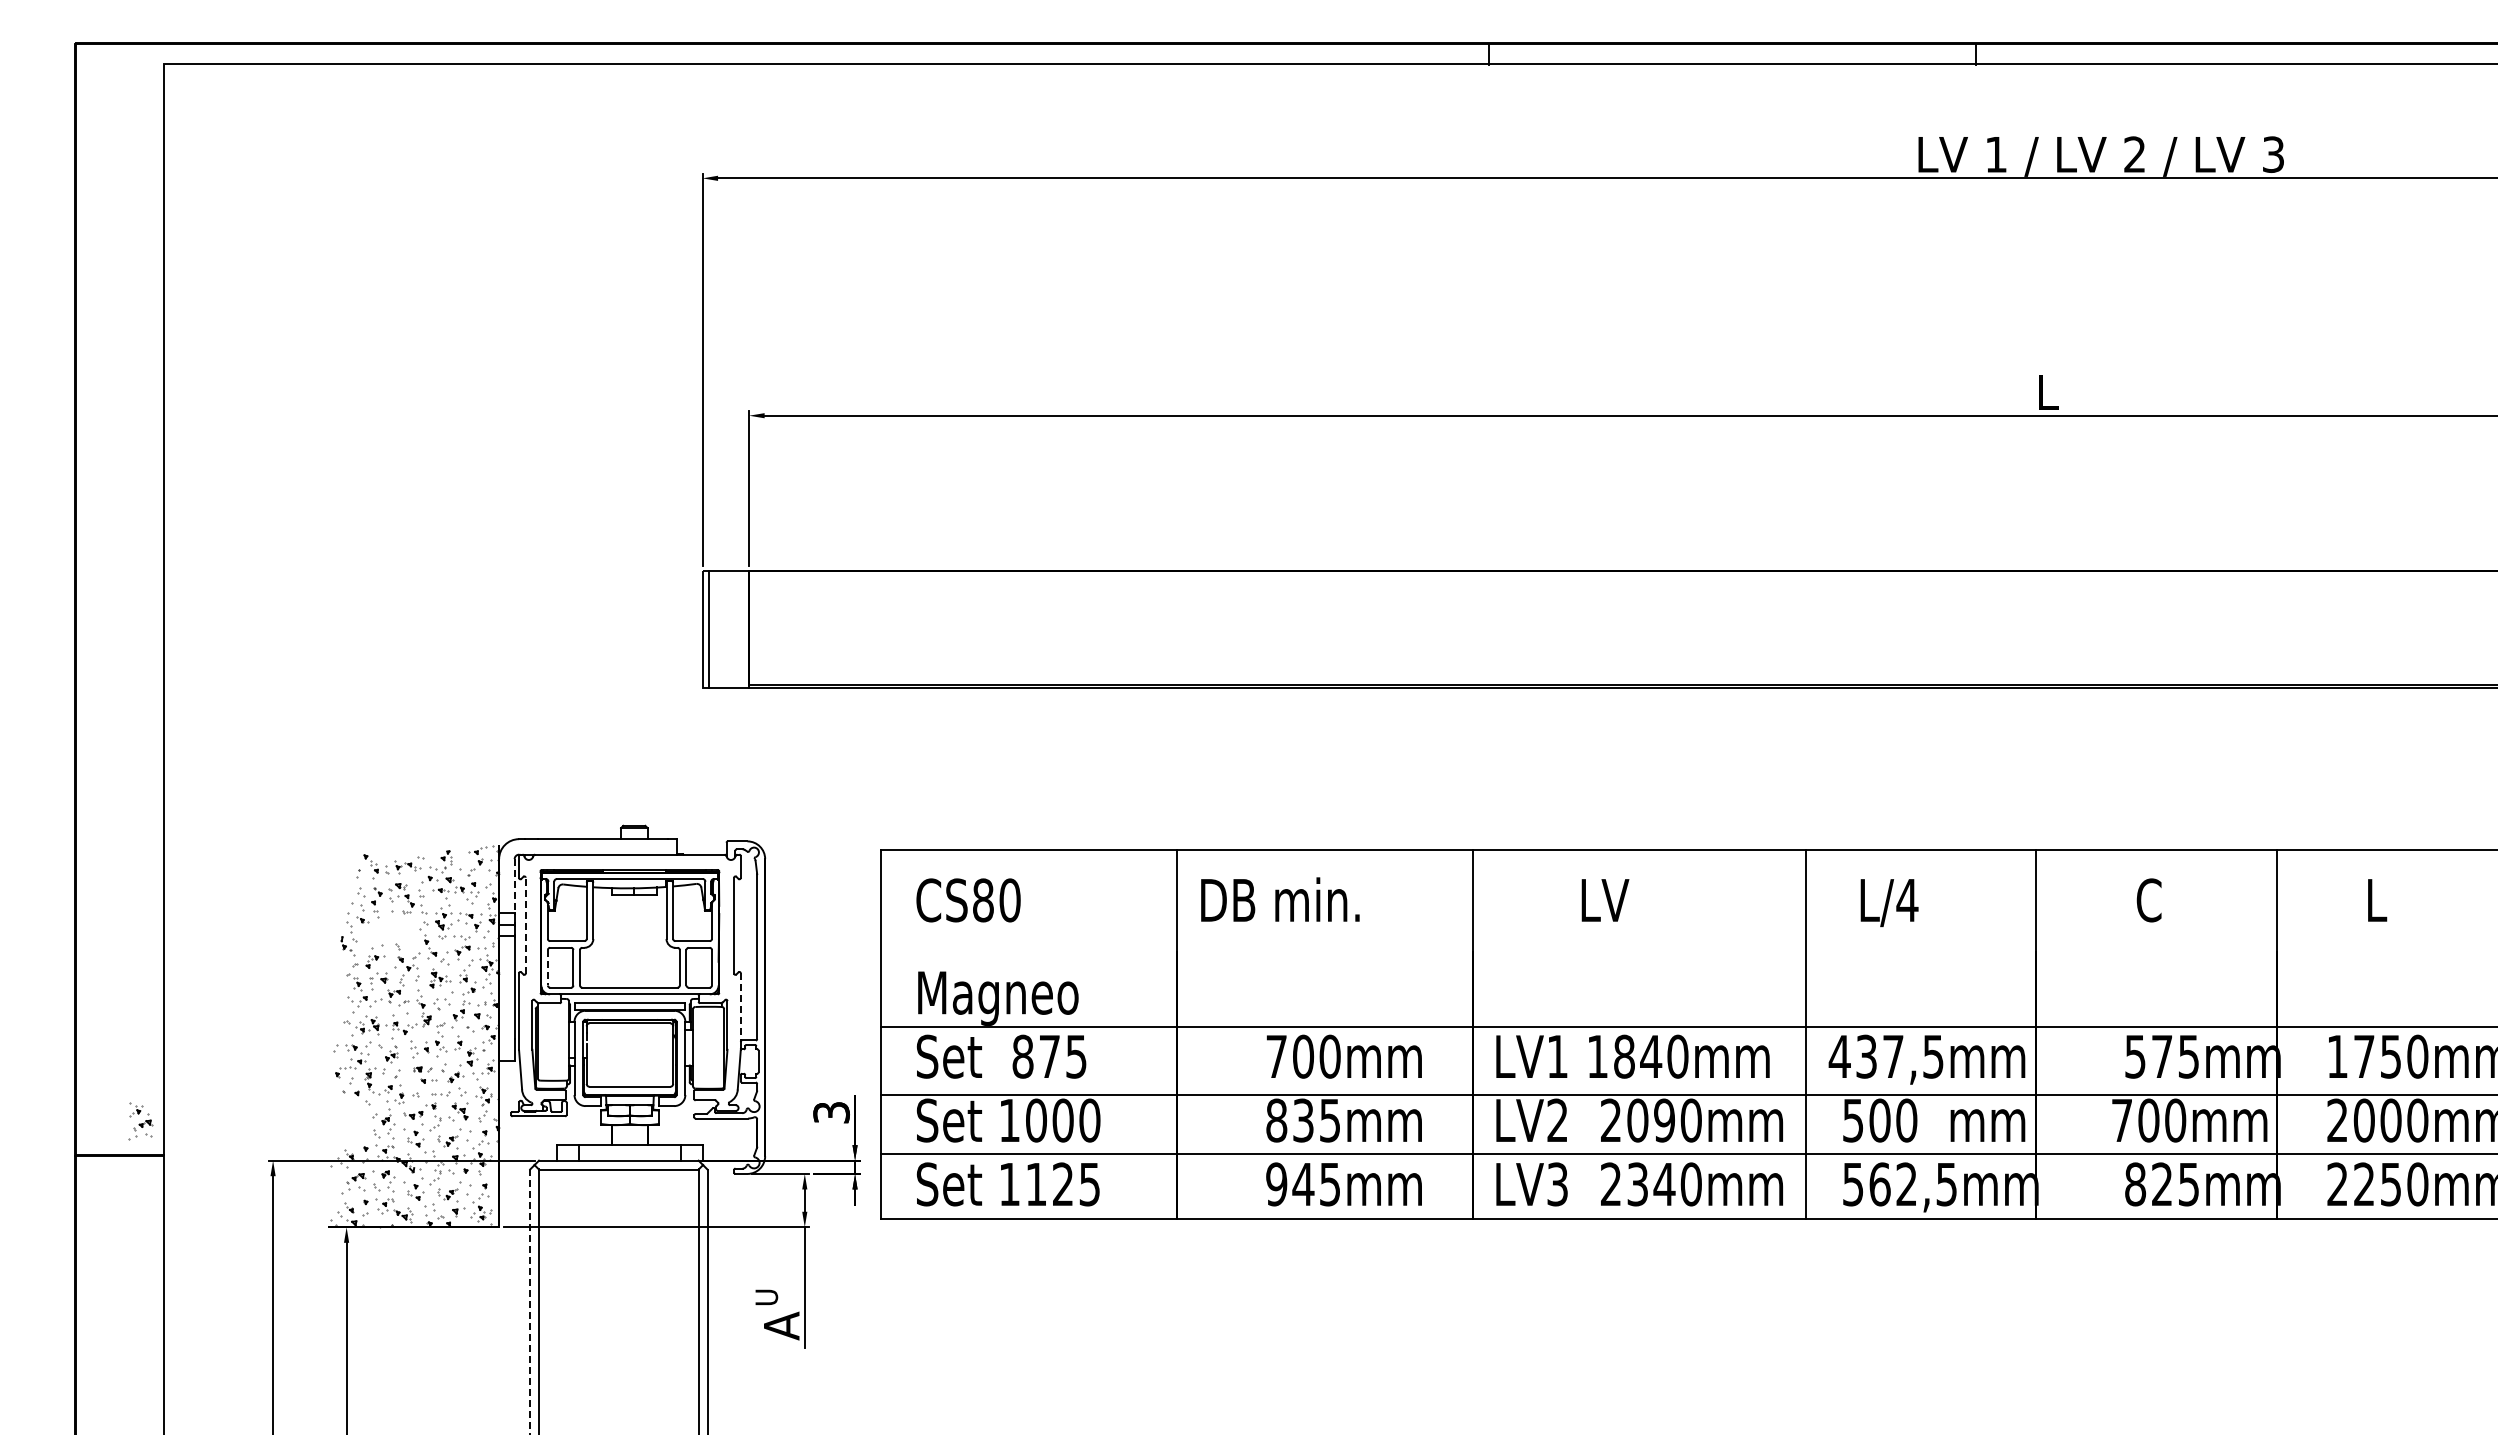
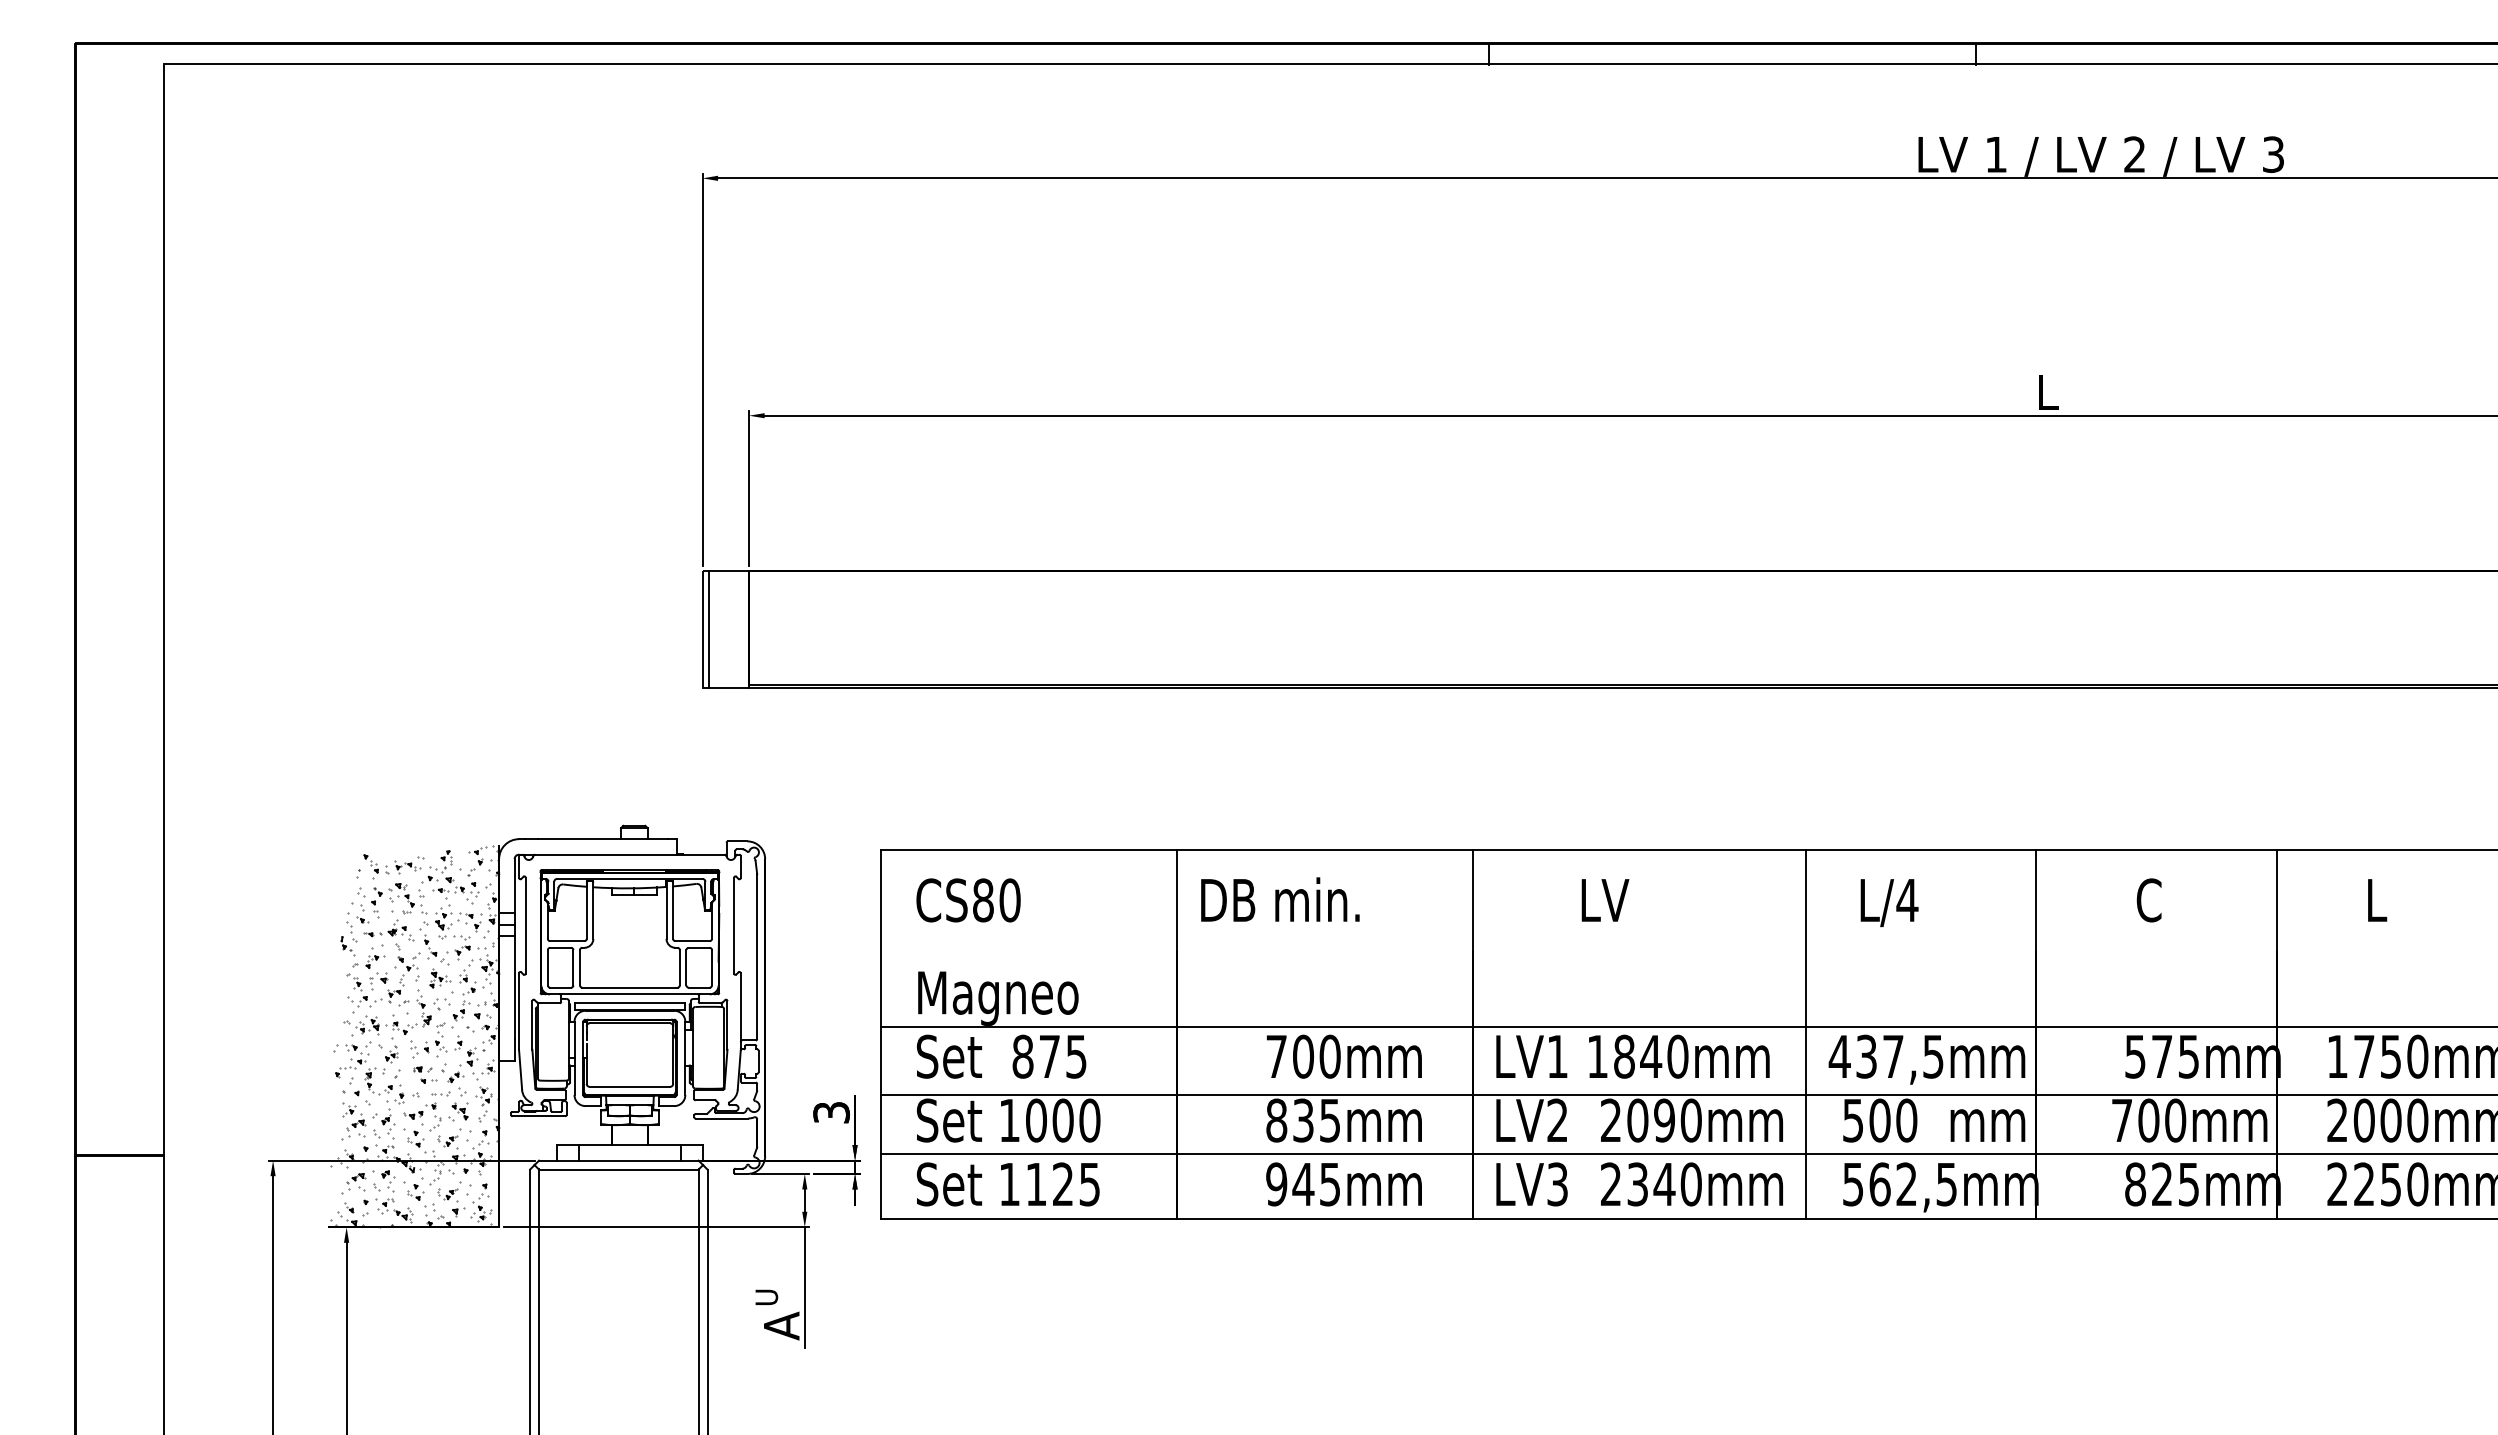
line at (514, 885): dashed -> solid
line at (525, 925): dashed -> solid
part at (388, 930): none -> present
line at (547, 967): dashed -> solid
line at (740, 1008): dashed -> solid
part at (140, 1121) position: (140, 1121) -> (353, 1121)
line at (530, 1301): dashed -> solid
